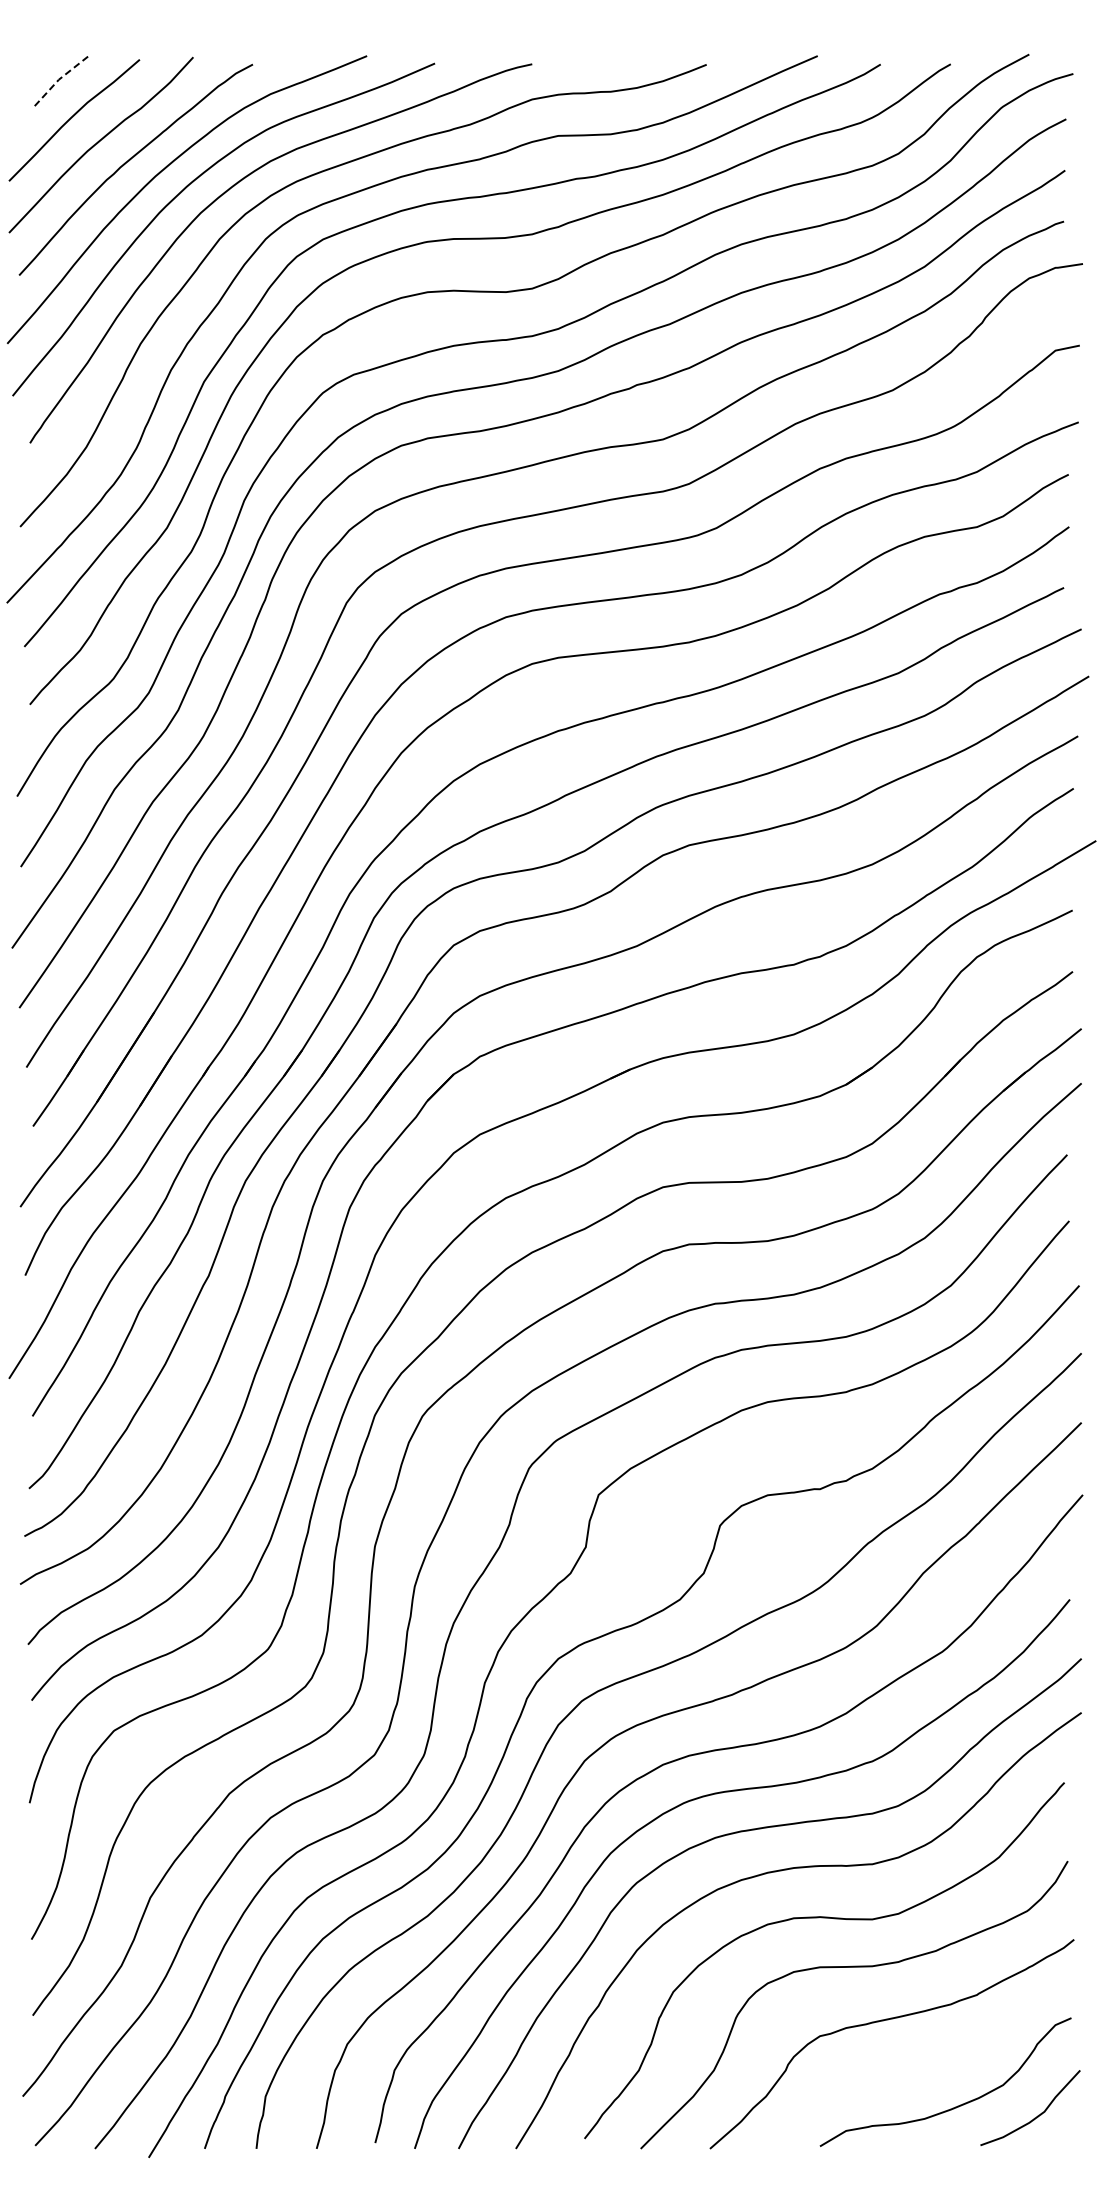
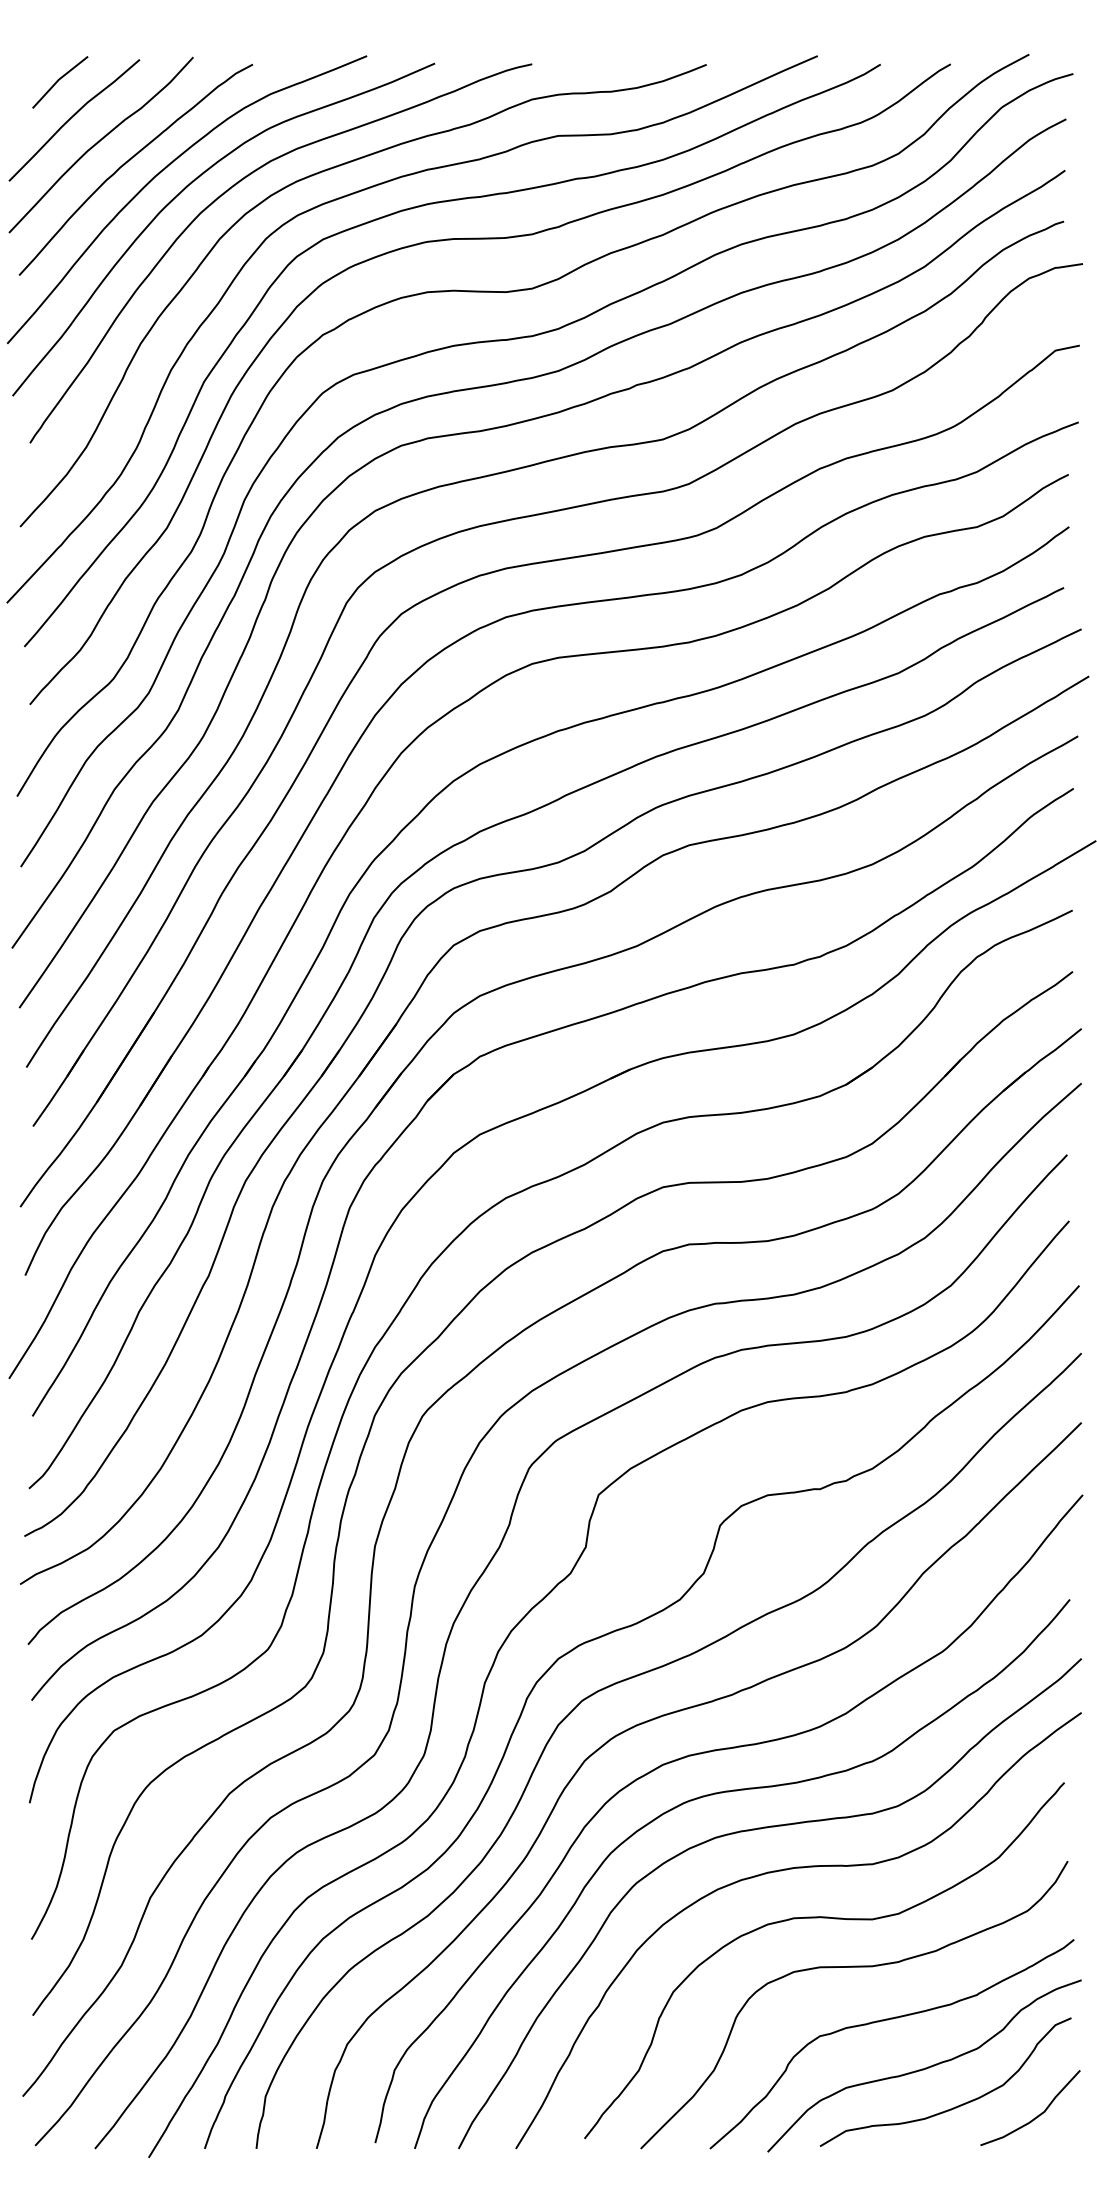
line at (58, 79): dashed -> solid
curve at (925, 2067): none -> present
